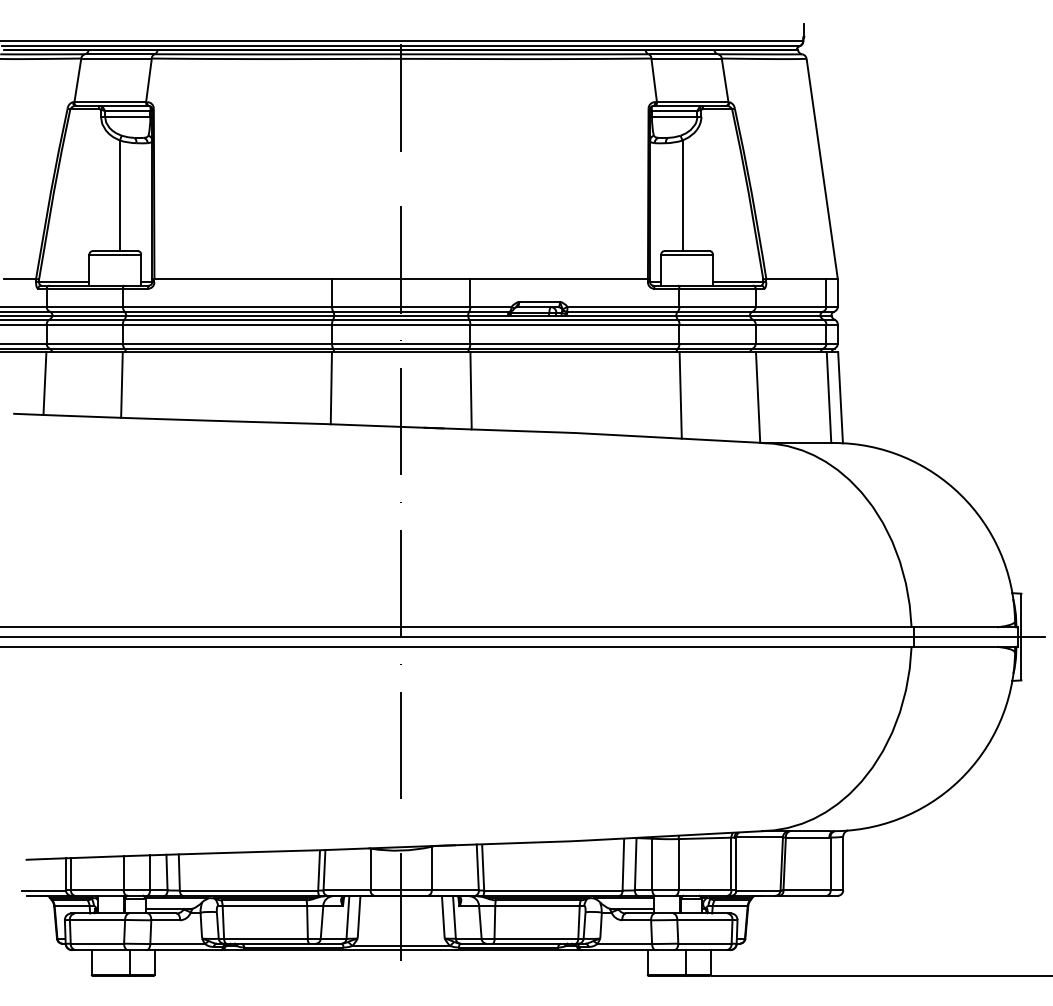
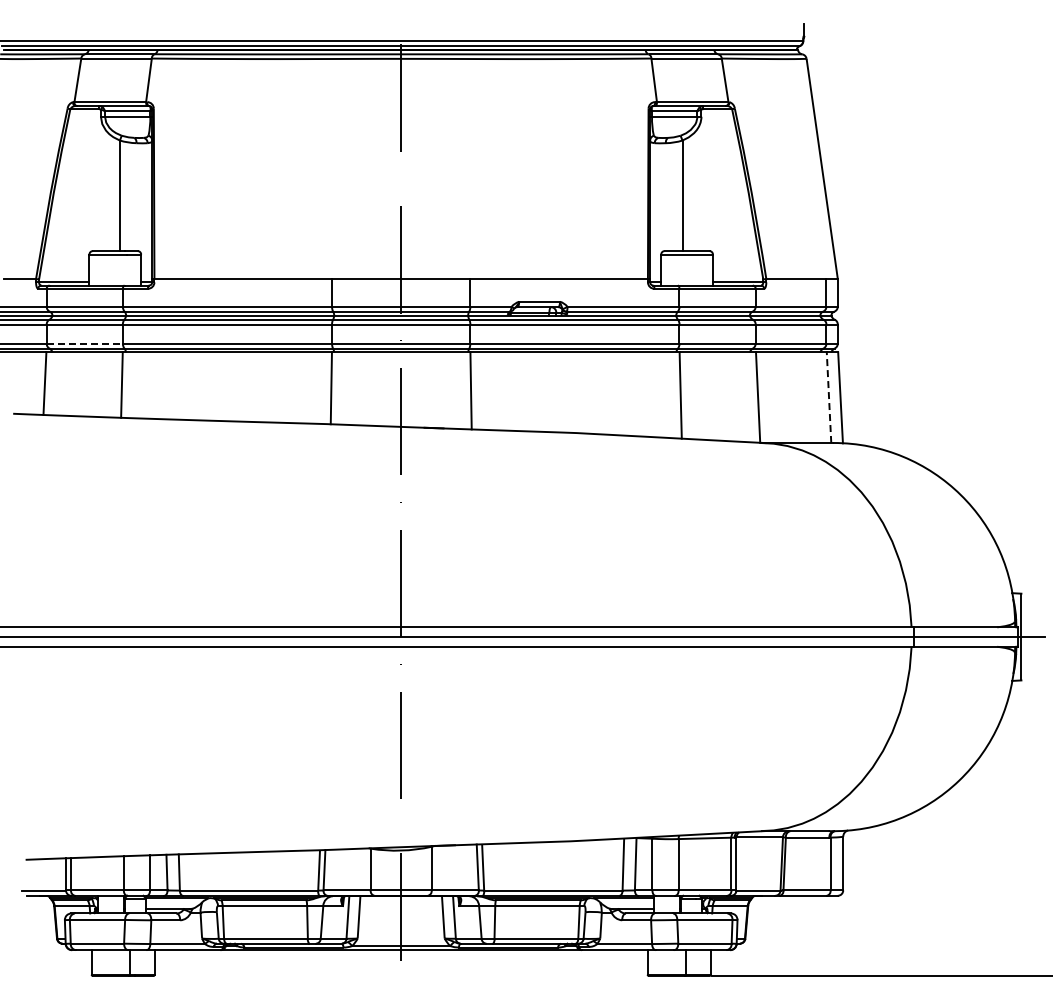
line at (85, 343): solid -> dashed
line at (829, 397): solid -> dashed
